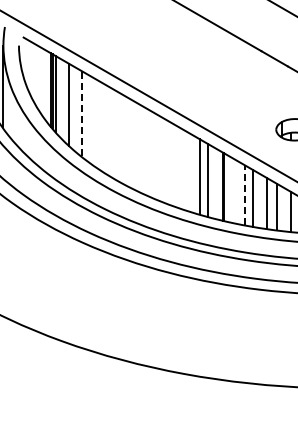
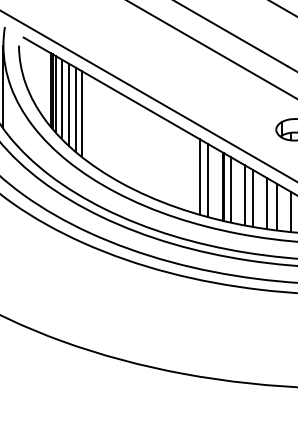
line at (211, 49): none -> present
line at (62, 98): none -> present
line at (76, 109): none -> present
line at (82, 113): dashed -> solid
line at (230, 189): none -> present
line at (245, 195): dashed -> solid
